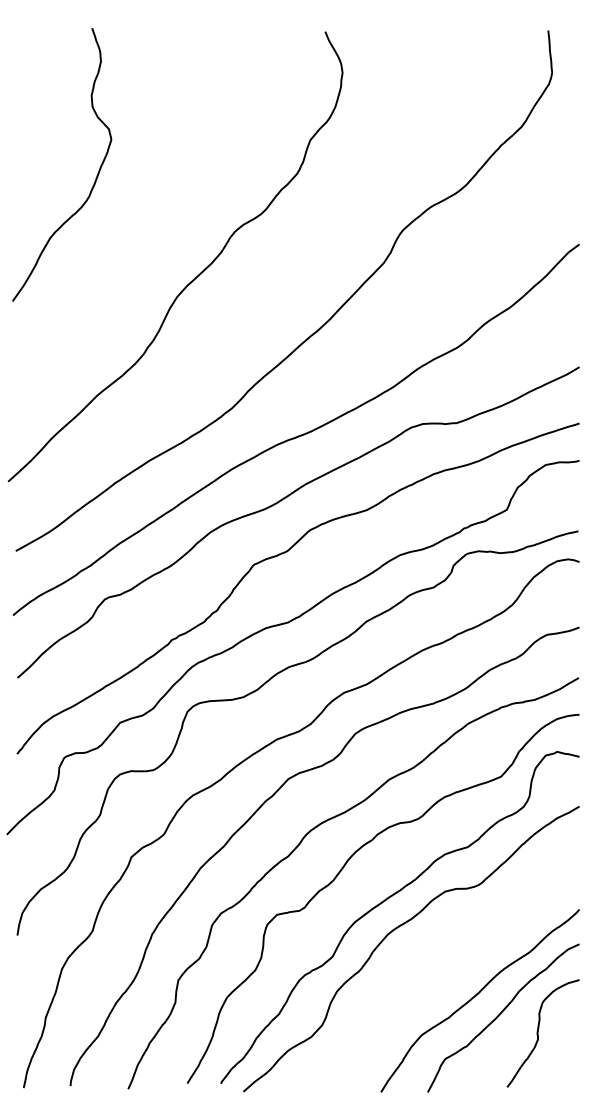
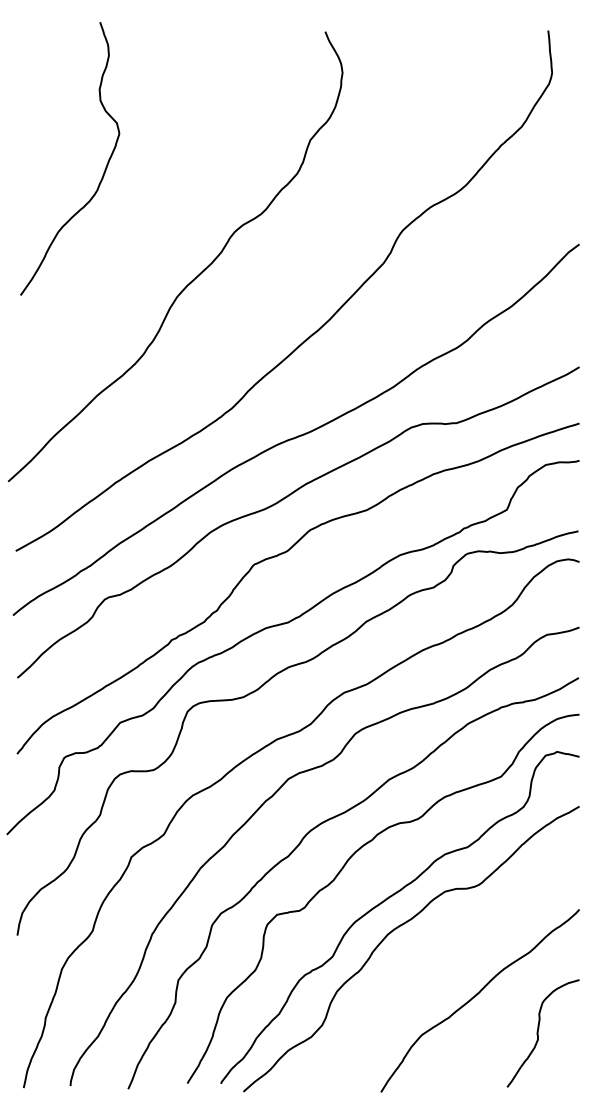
curve at (96, 175) position: (96, 175) -> (104, 169)
curve at (501, 1014): present -> none
